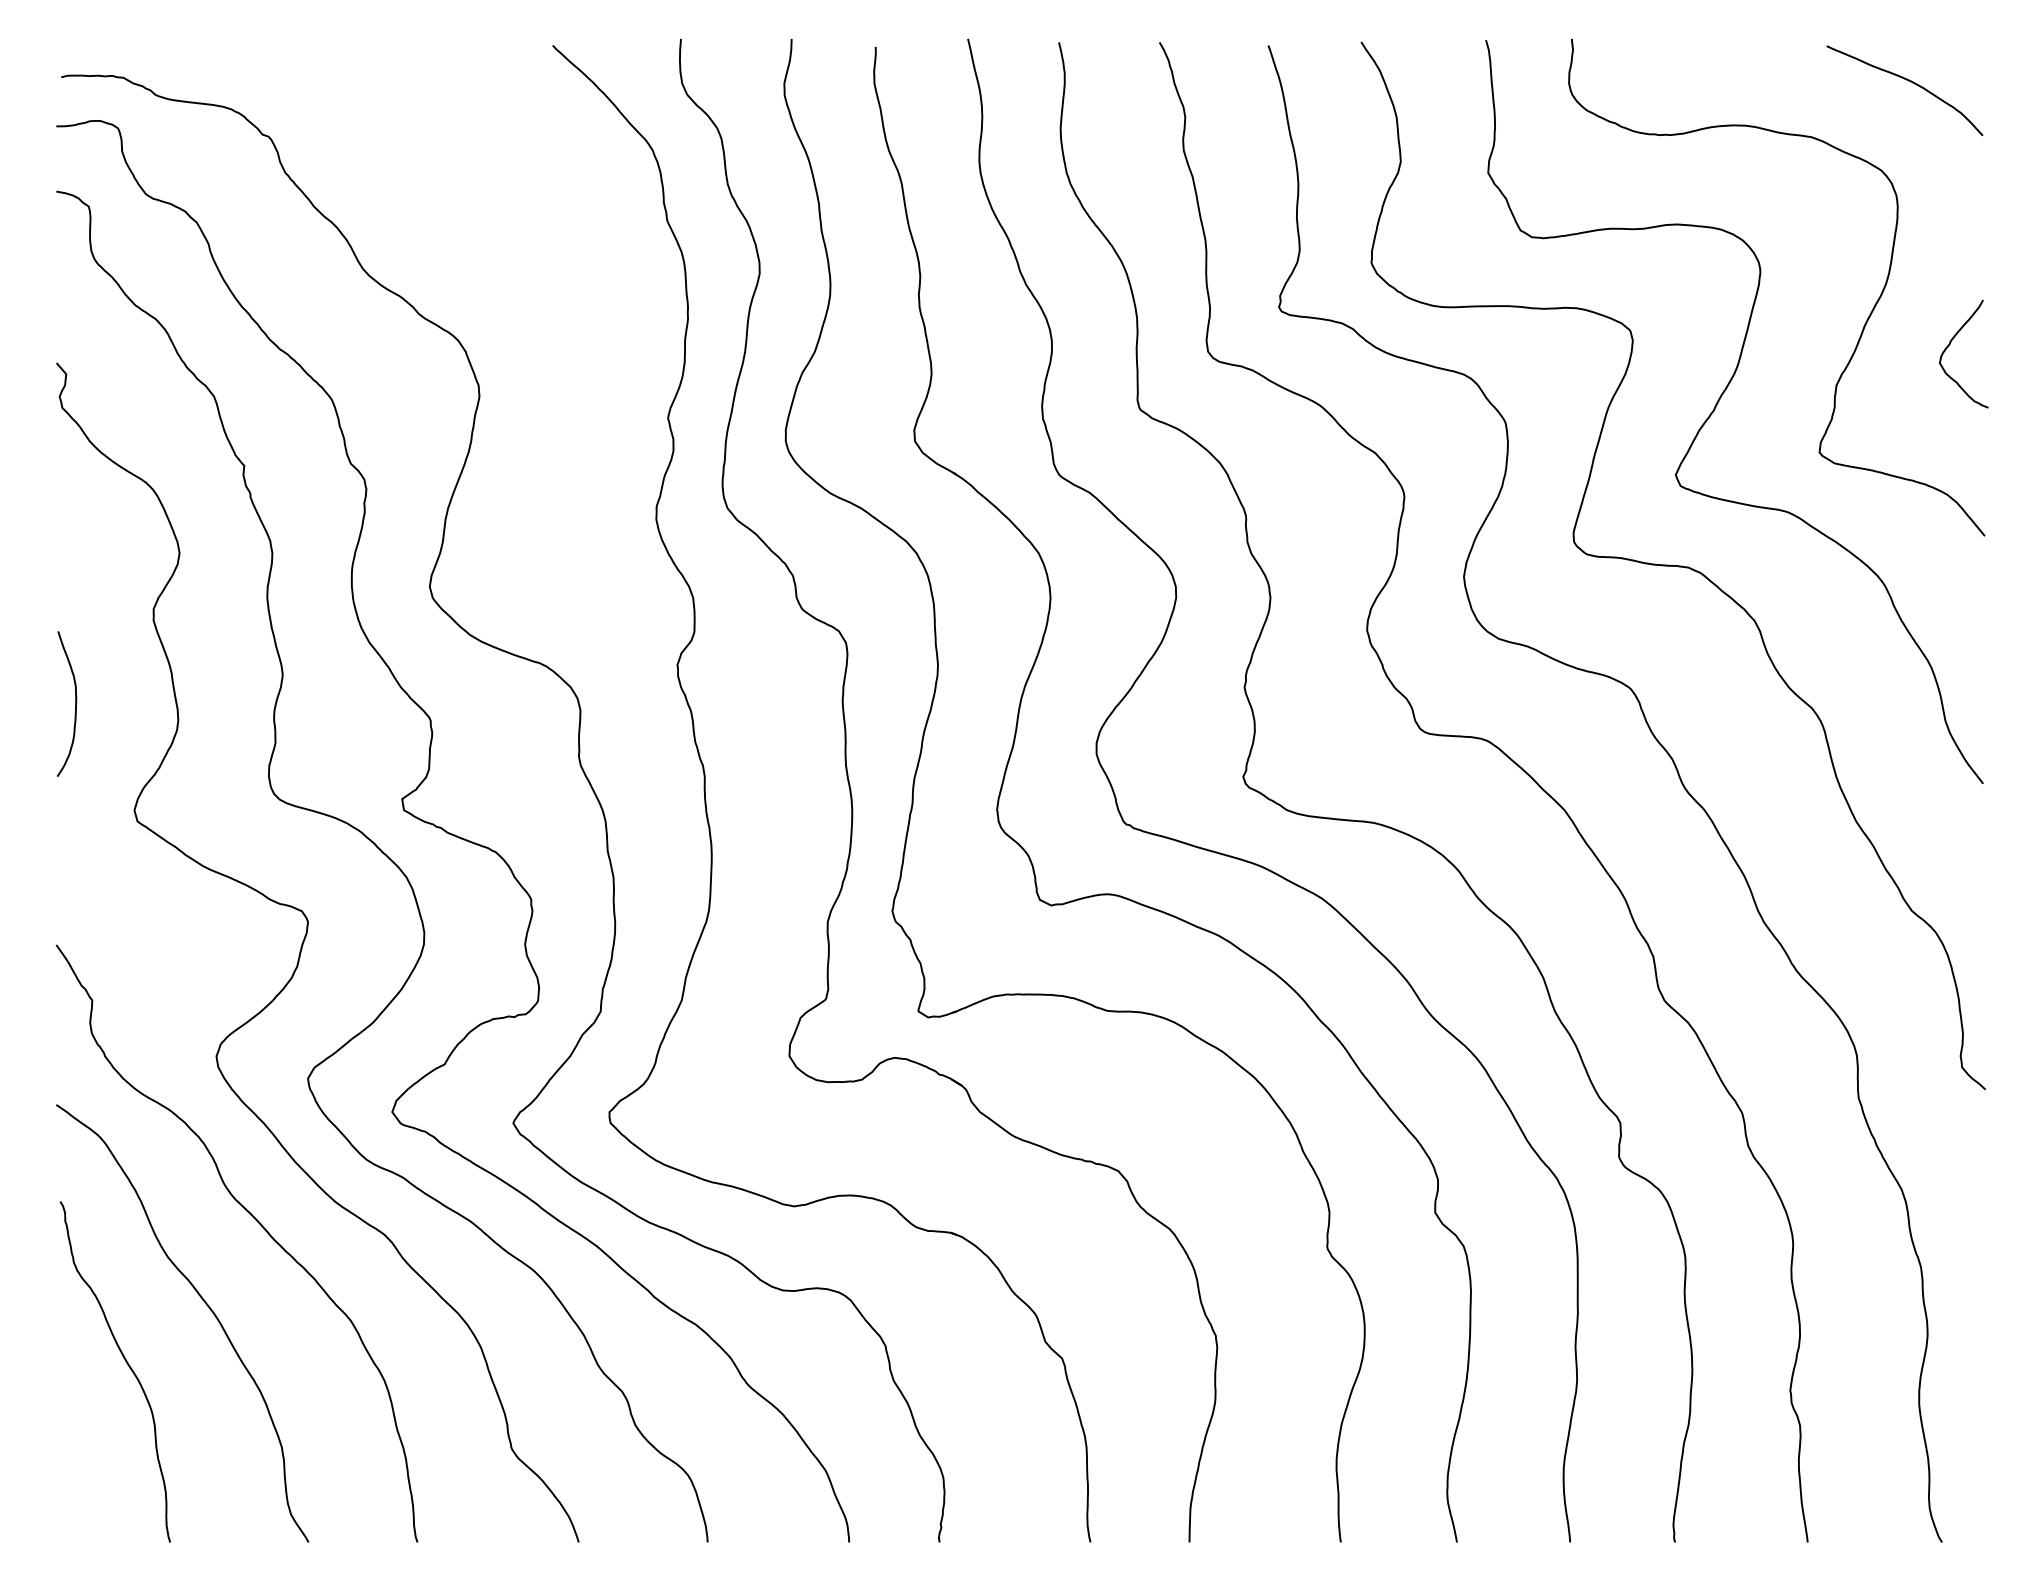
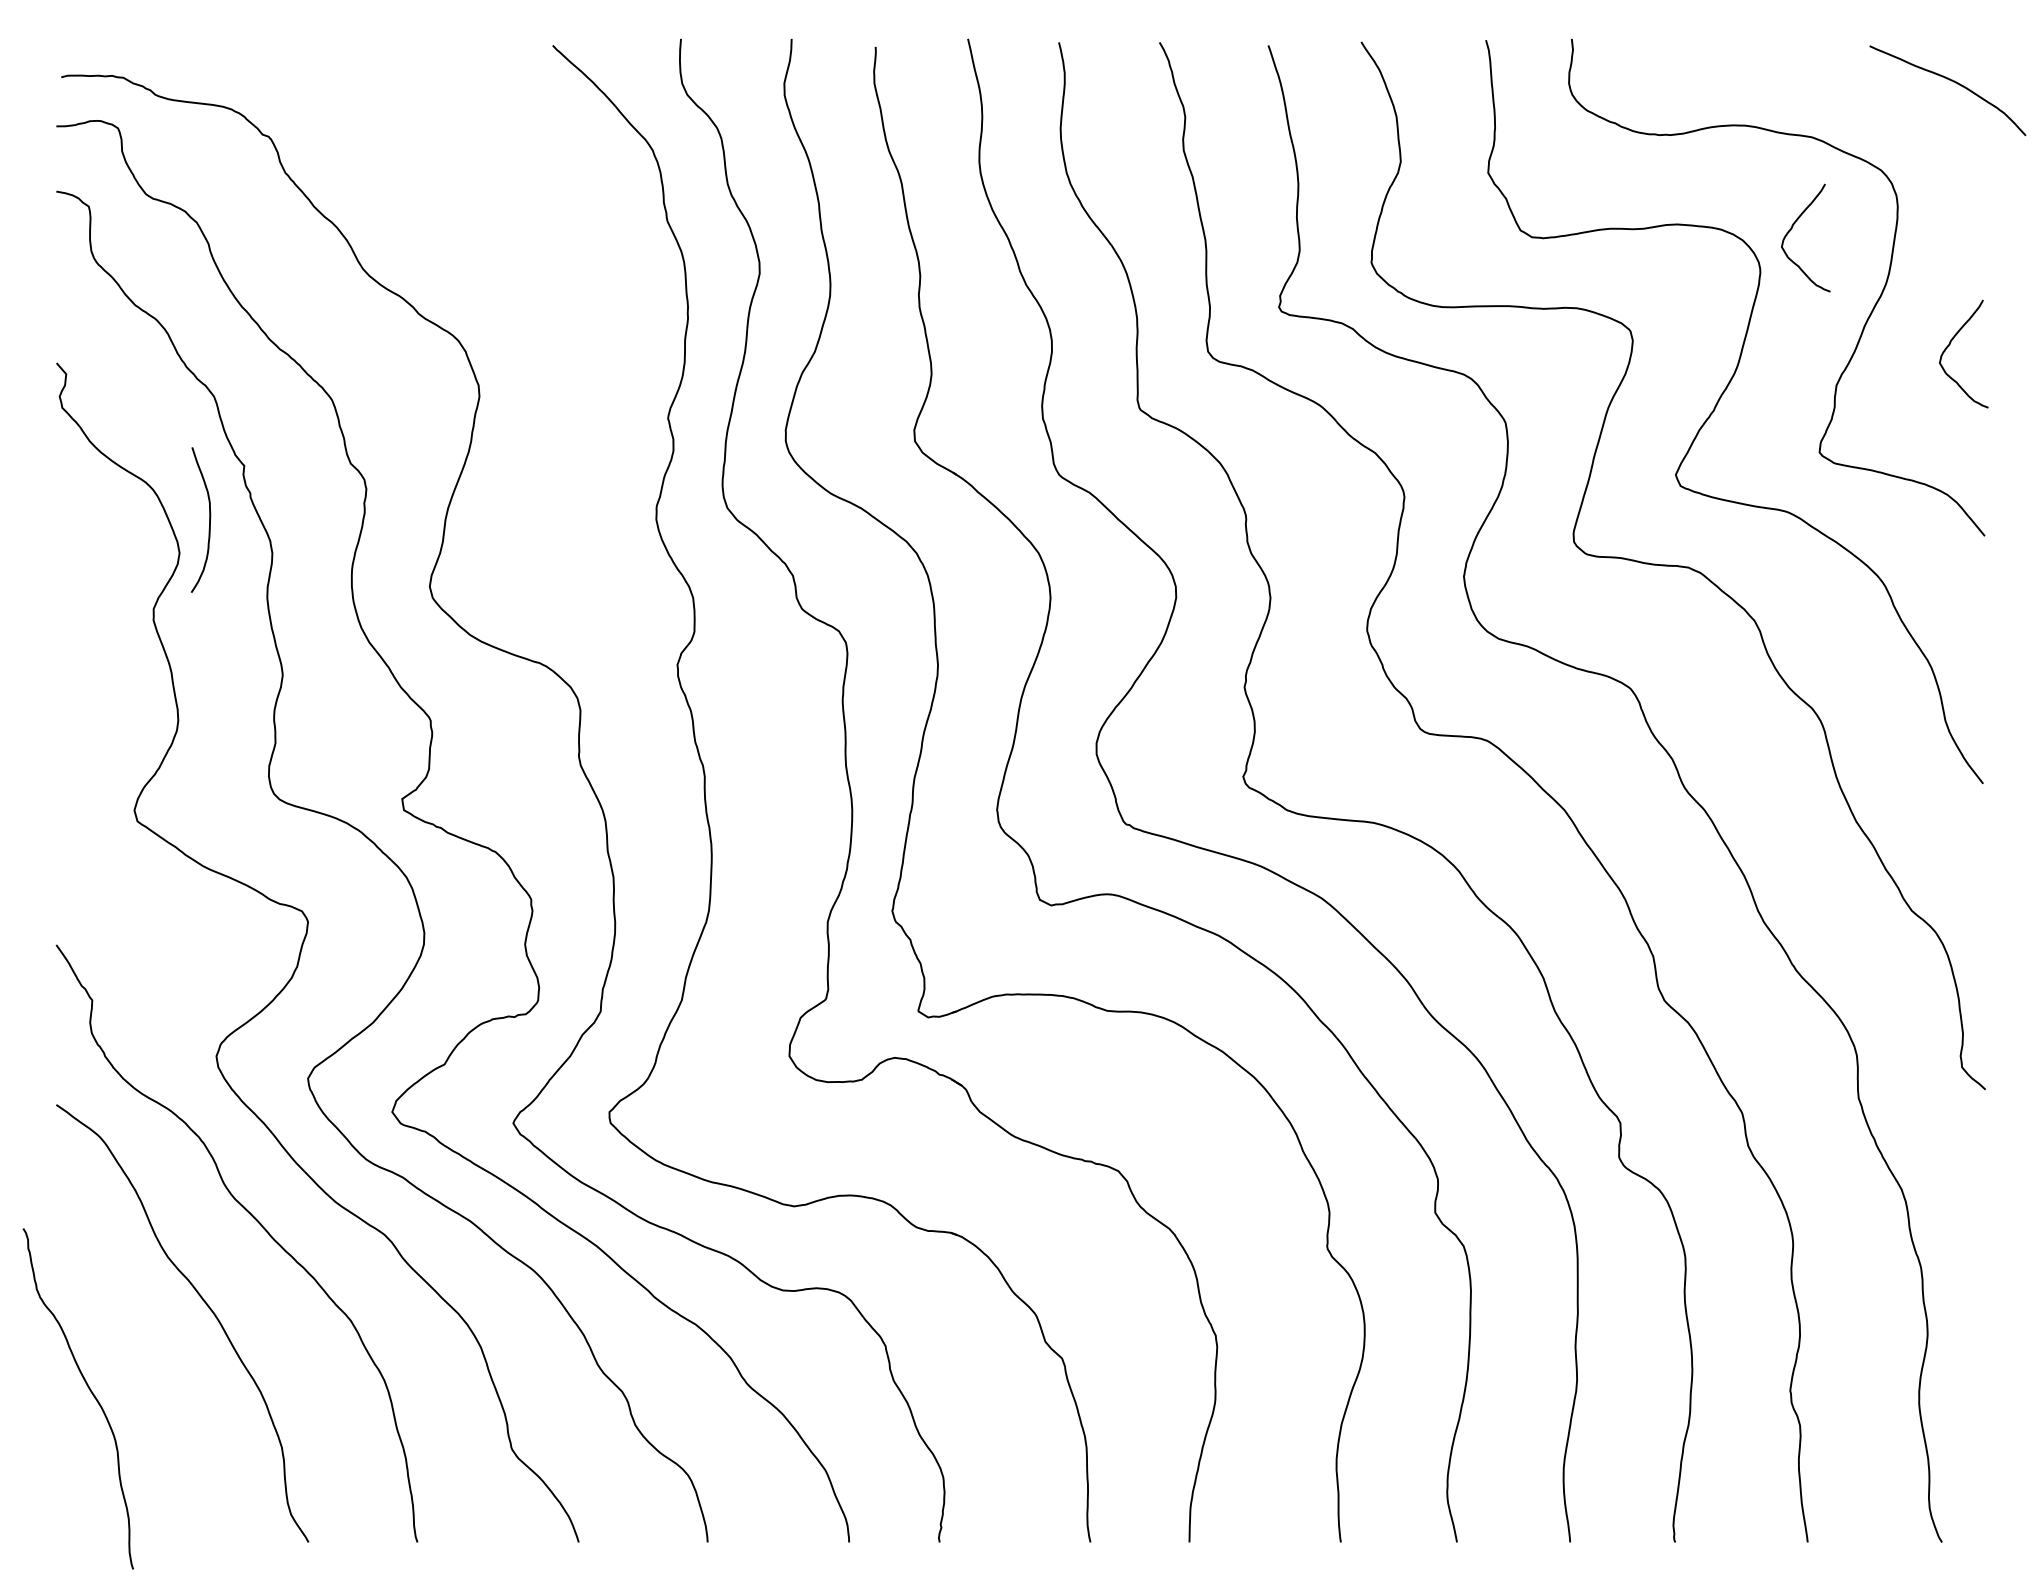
curve at (1908, 81) position: (1908, 81) -> (1951, 81)
curve at (1791, 230): none -> present
curve at (75, 703) position: (75, 703) -> (209, 519)
curve at (127, 1365) position: (127, 1365) -> (90, 1392)
